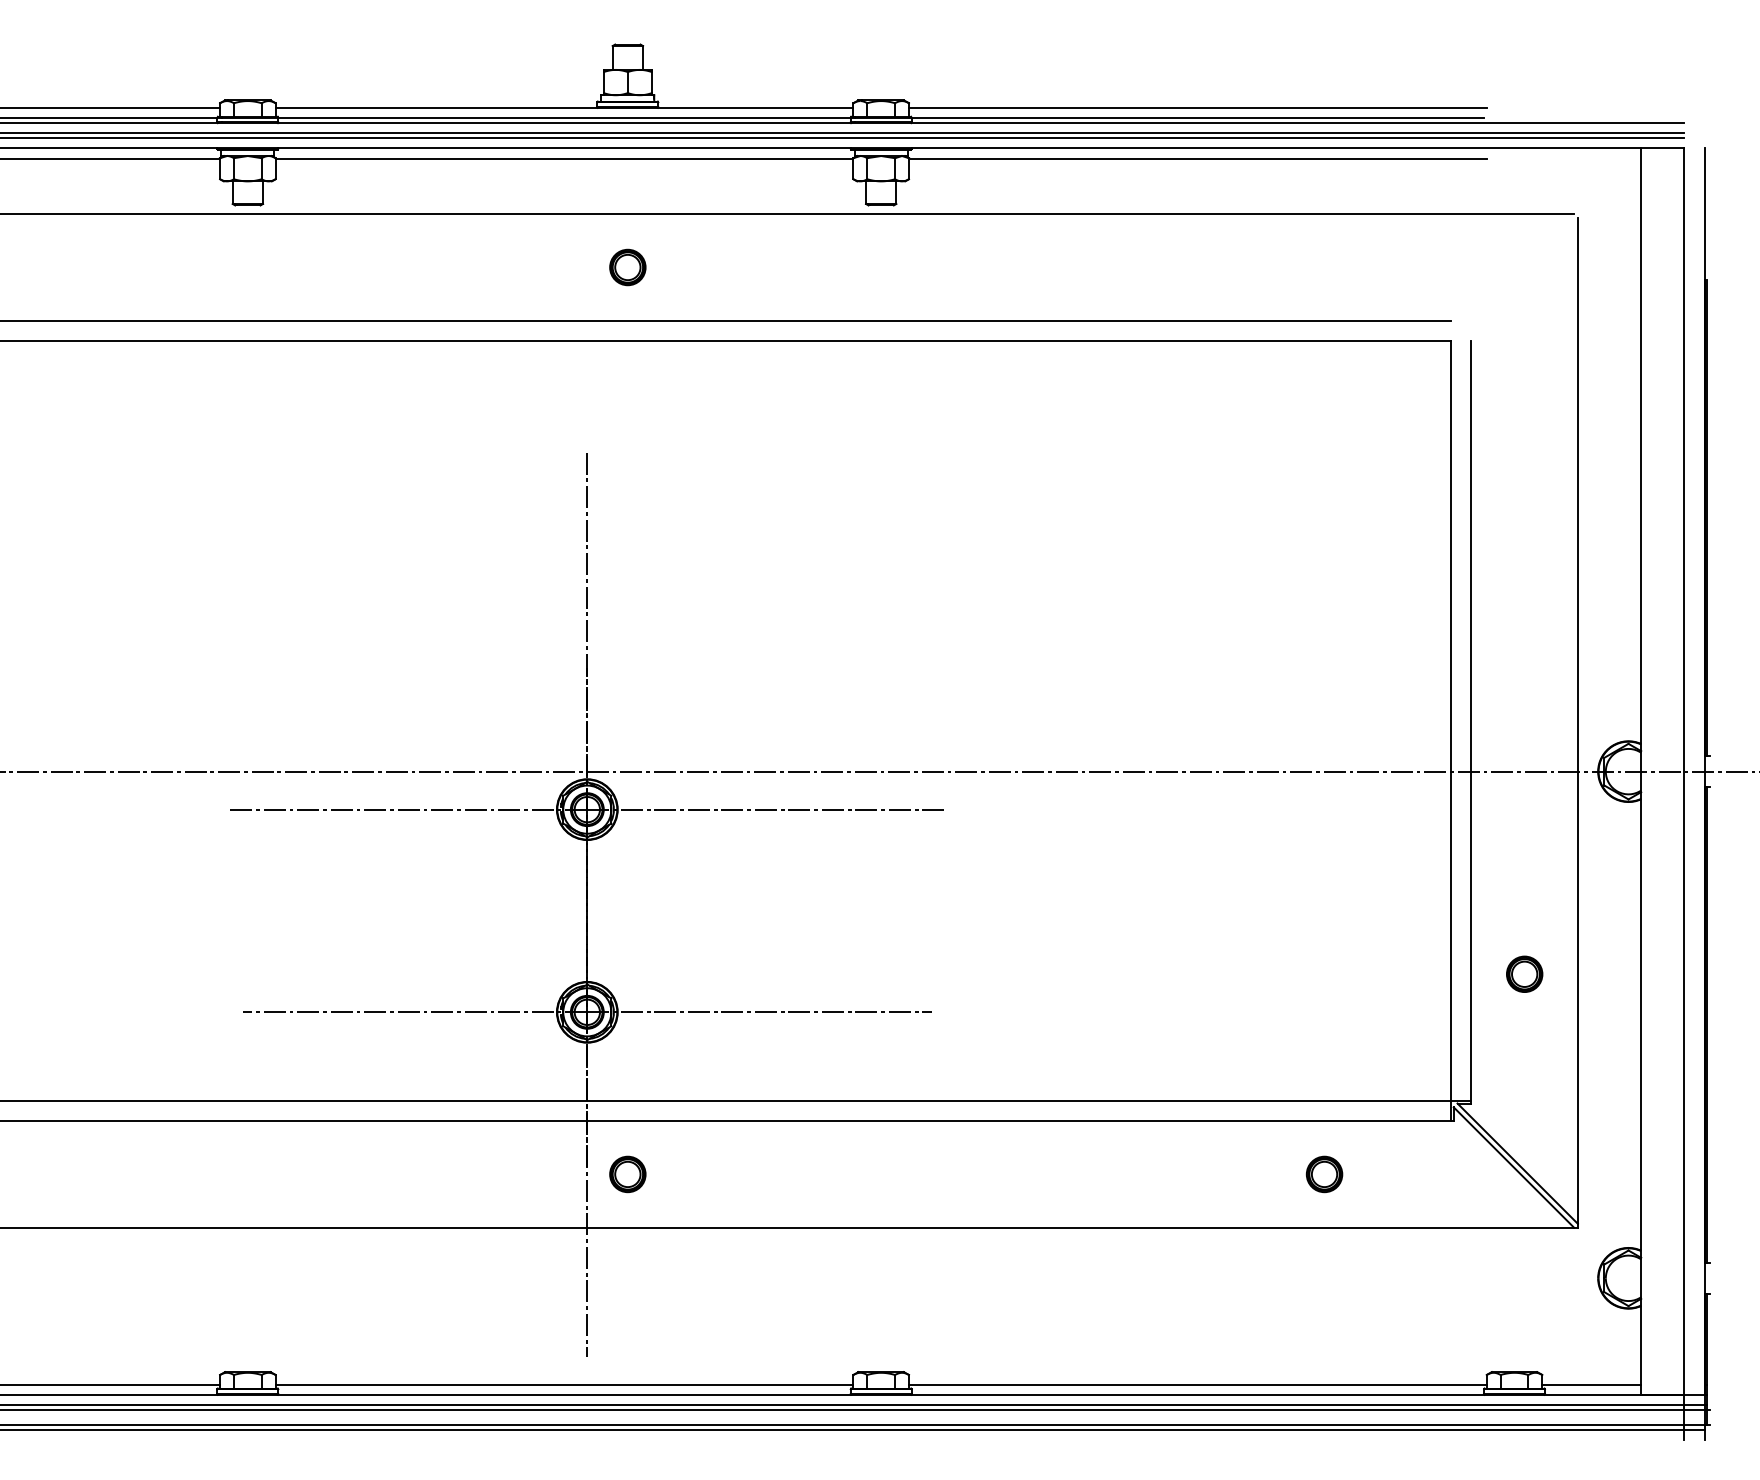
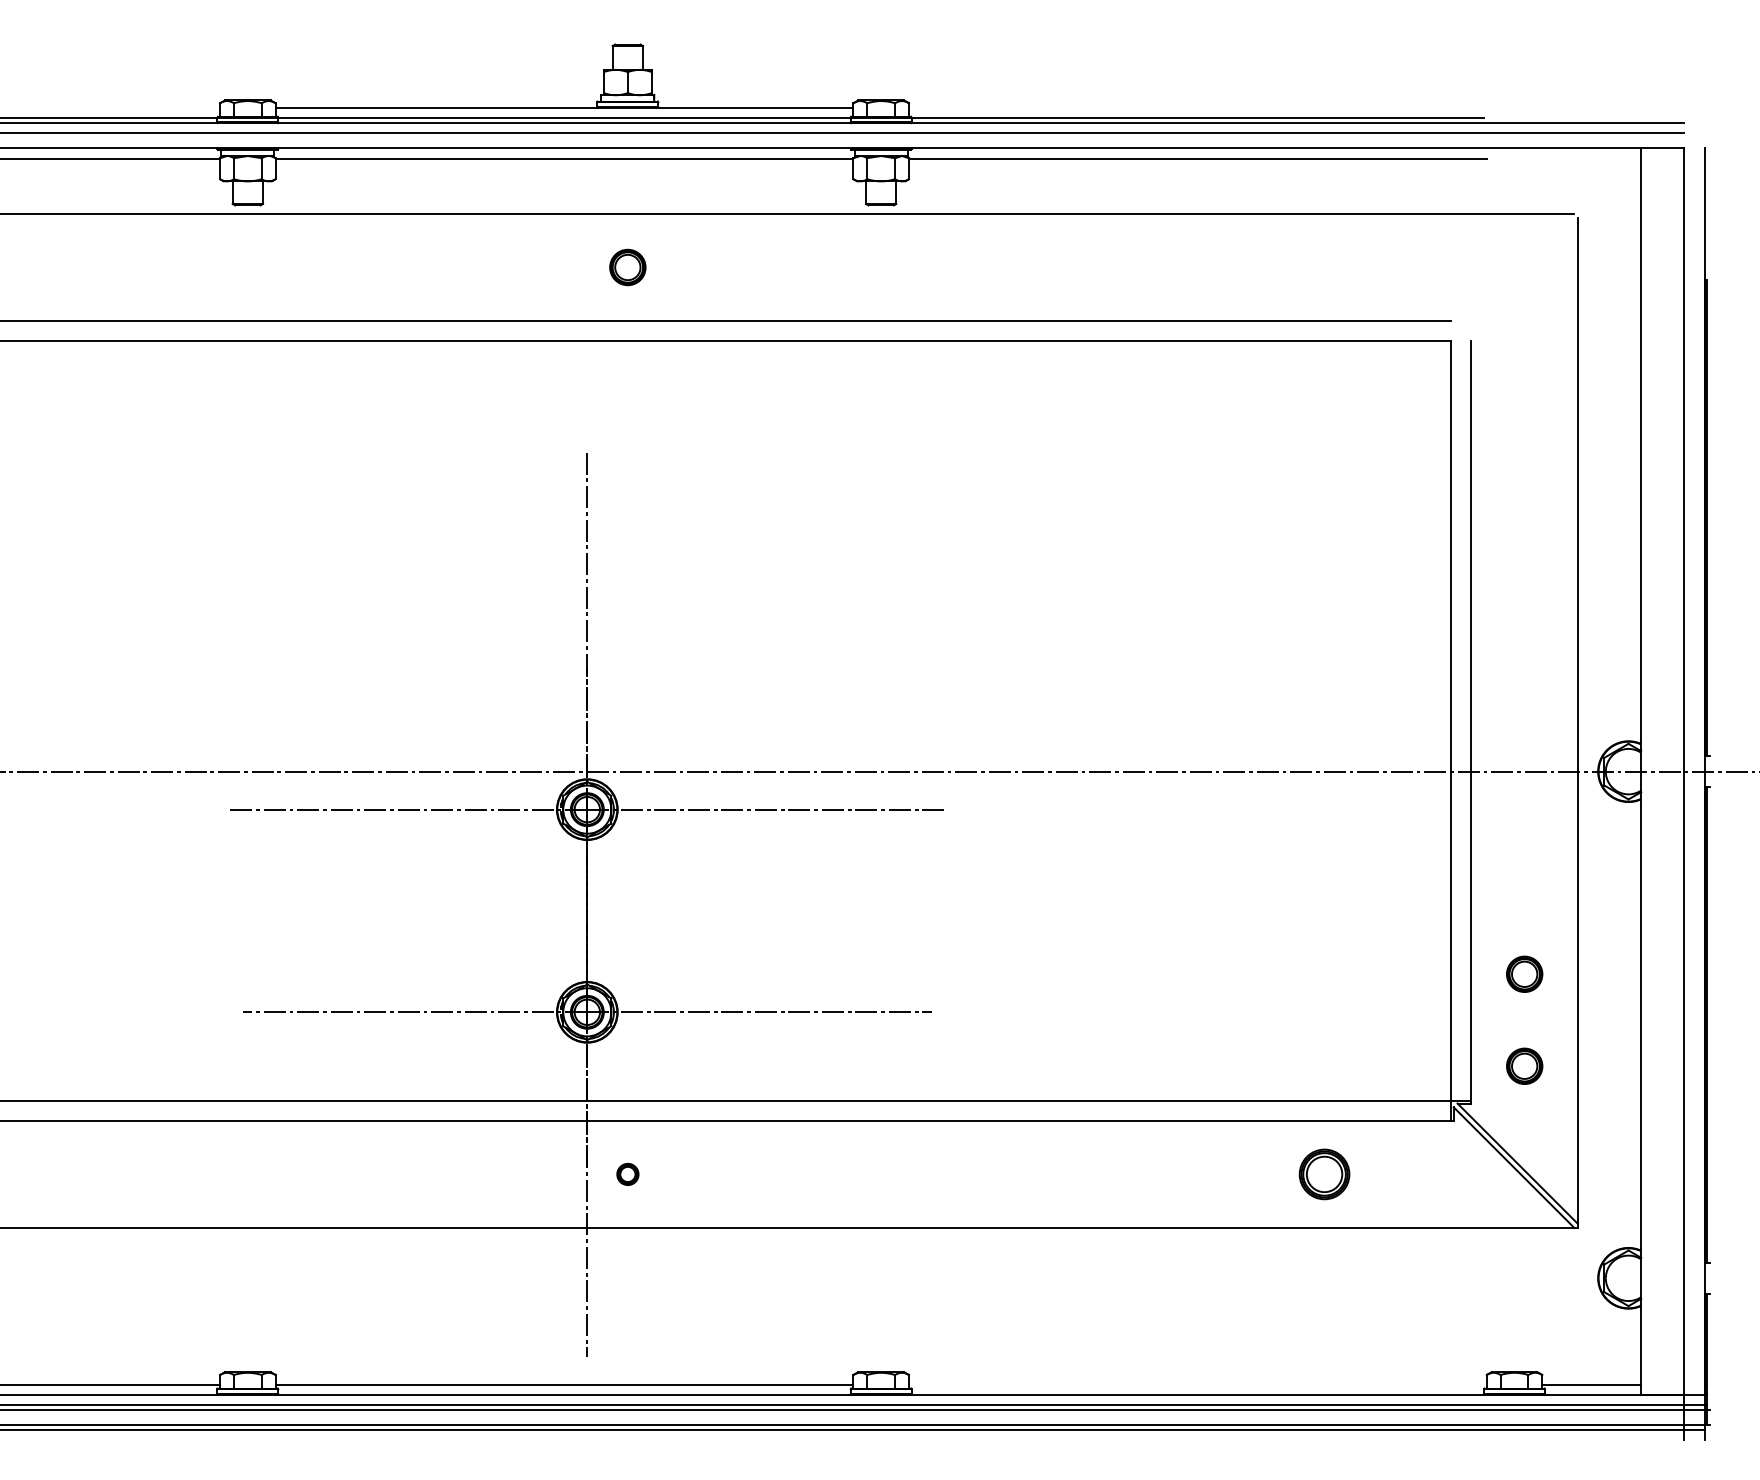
line at (111, 107): present -> none
line at (1197, 107): present -> none
line at (843, 138): present -> none
part at (1524, 1065): none -> present
part at (627, 1174) size: 38x39 px -> 24x23 px
part at (1324, 1174) size: 39x39 px -> 53x53 px
line at (1197, 1384): present -> none
